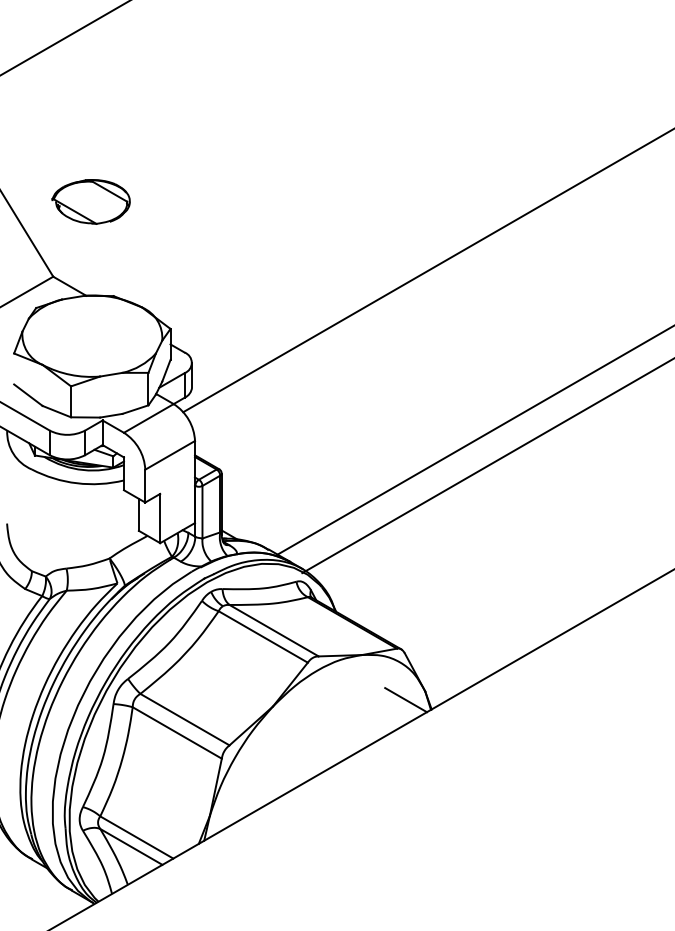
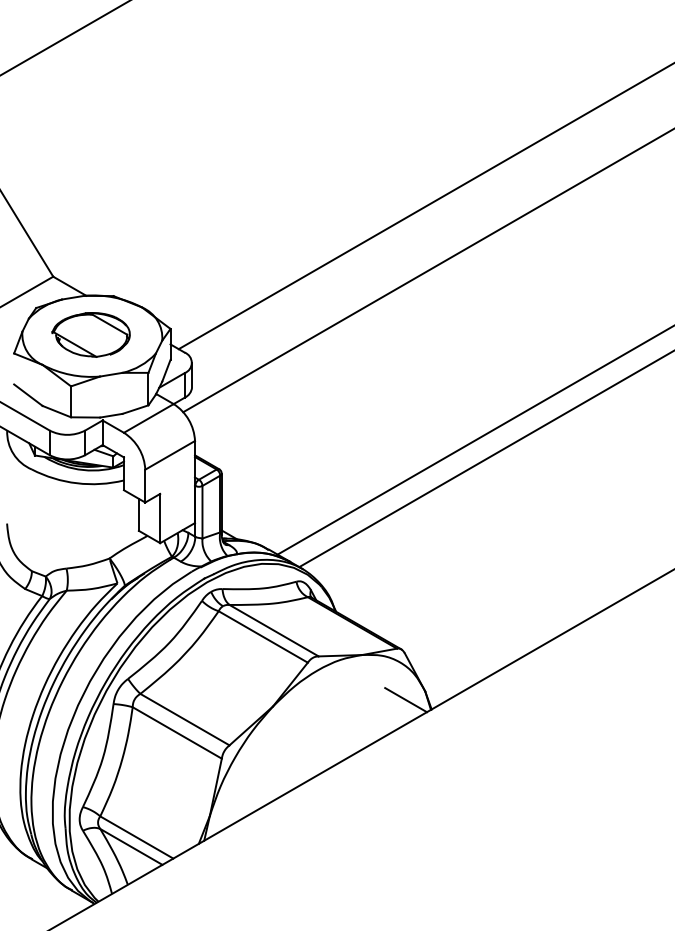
part at (90, 201) position: (90, 201) -> (90, 334)
line at (424, 206): none -> present
line at (486, 466) position: (486, 466) -> (485, 459)
